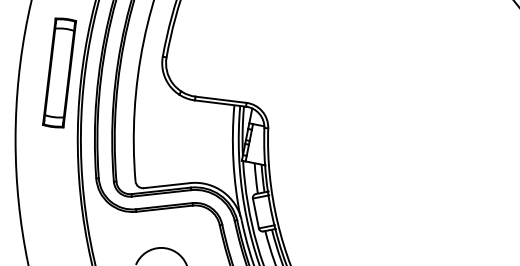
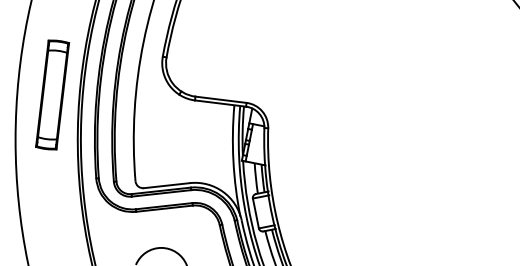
part at (59, 72) position: (59, 72) -> (52, 94)
